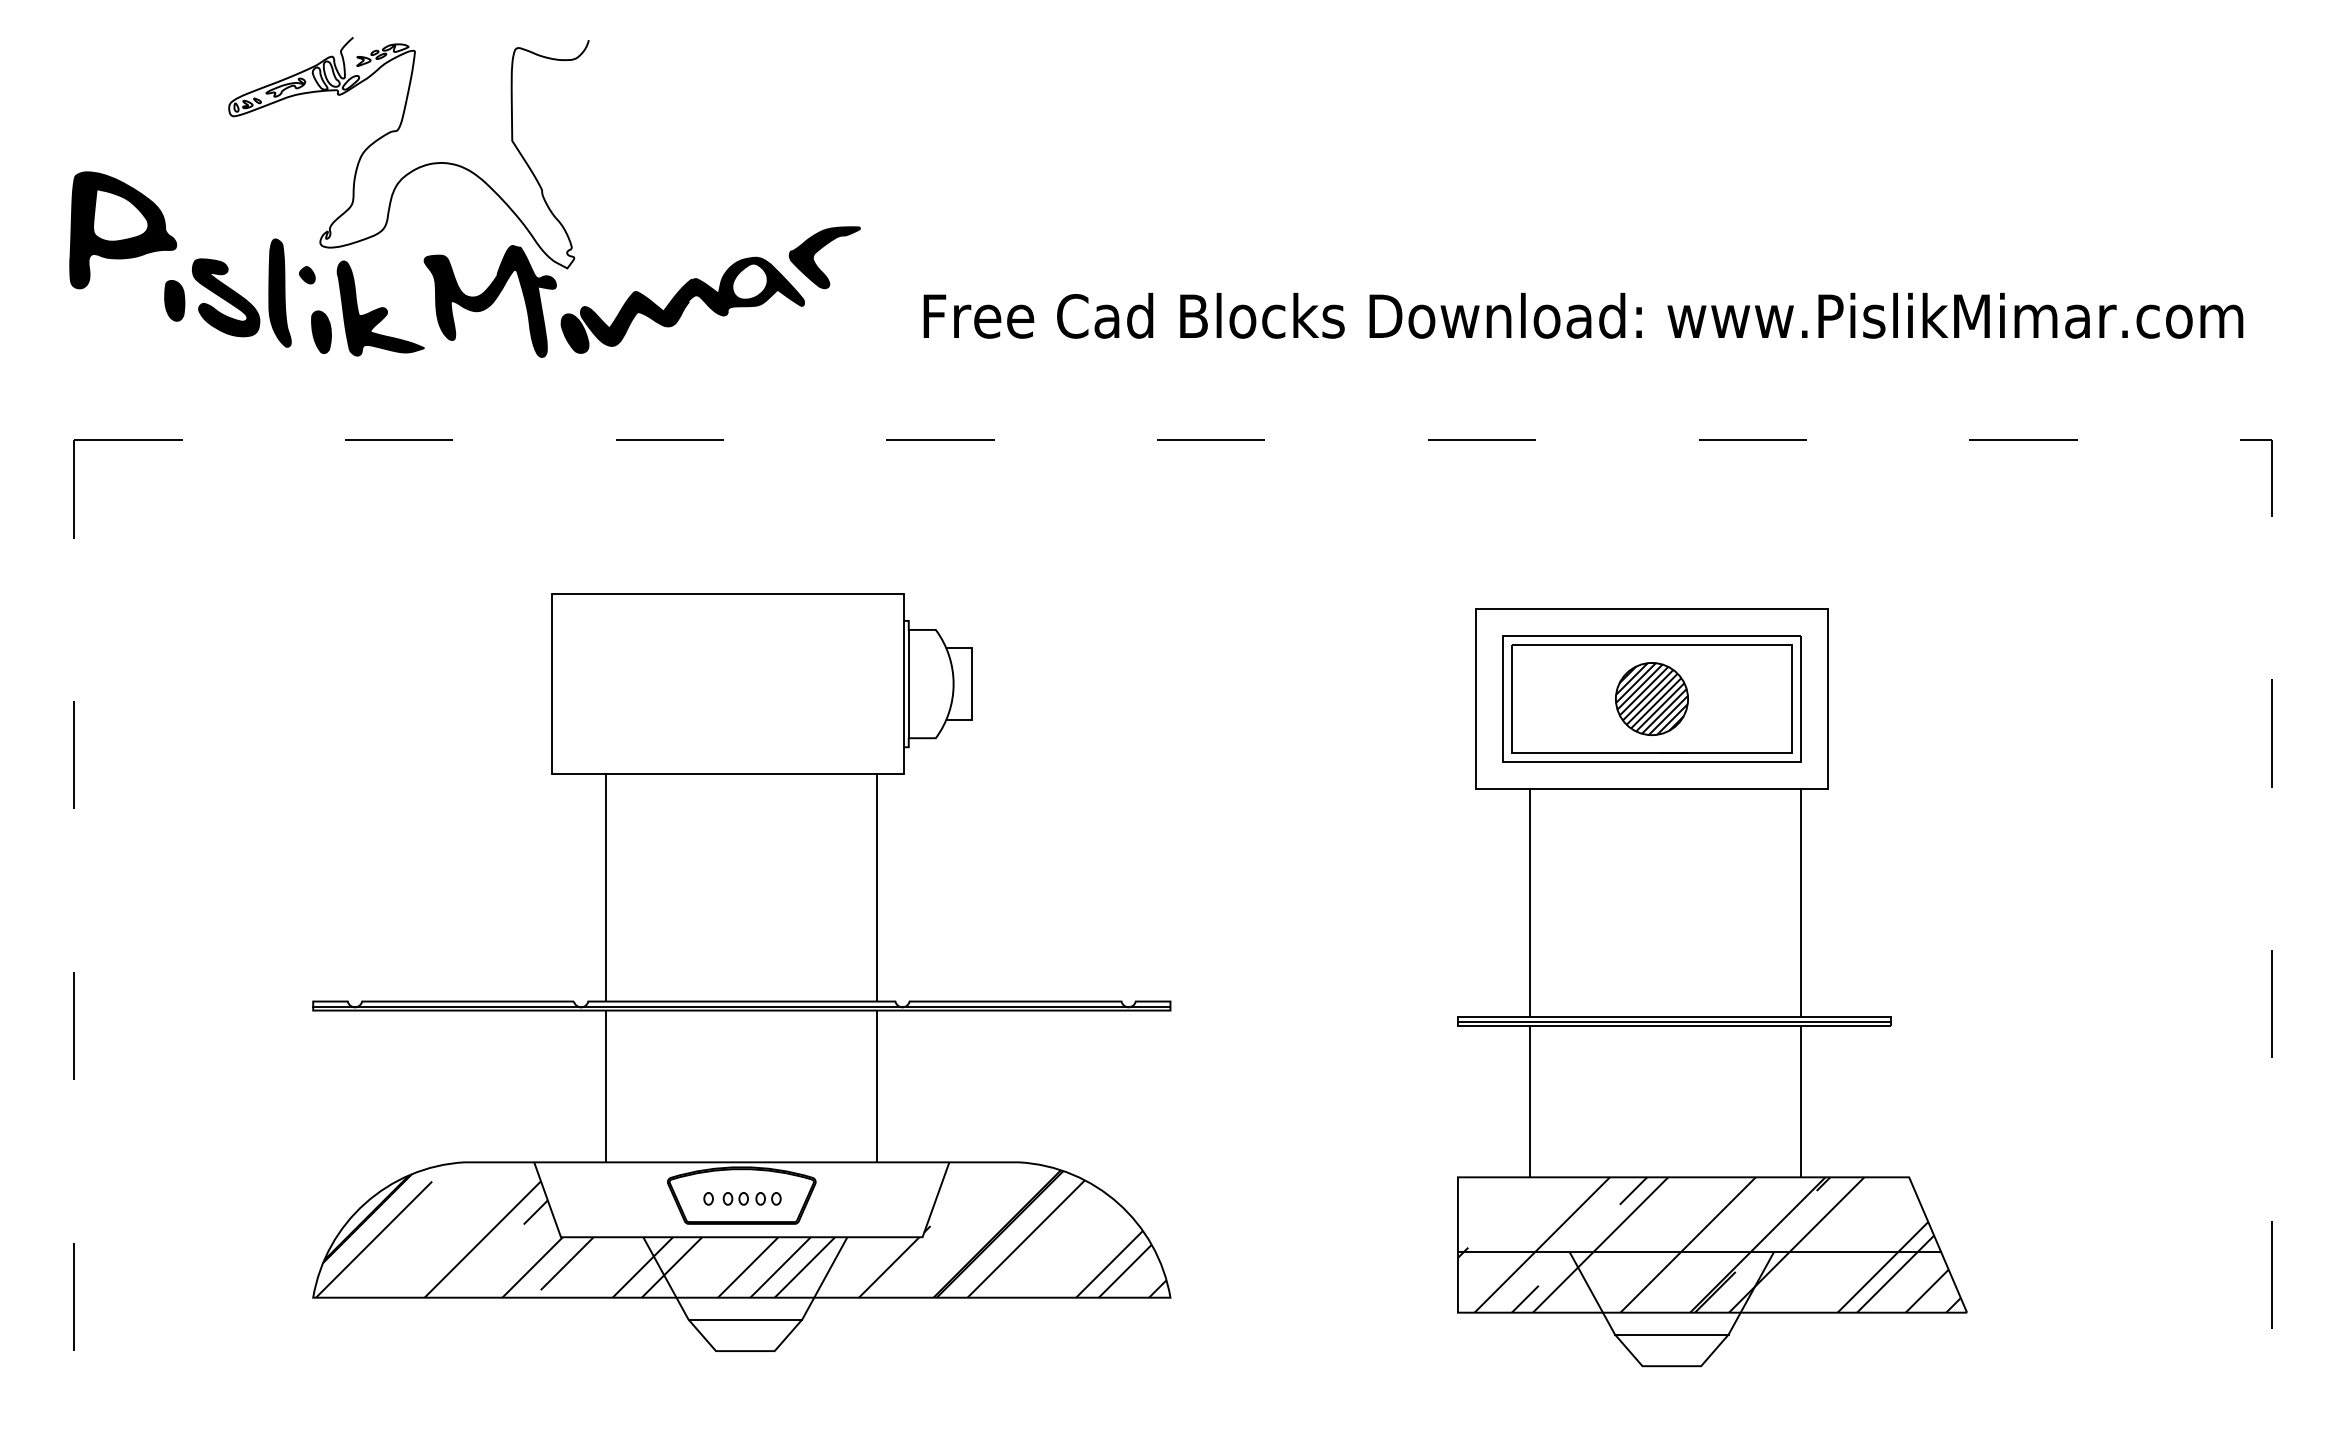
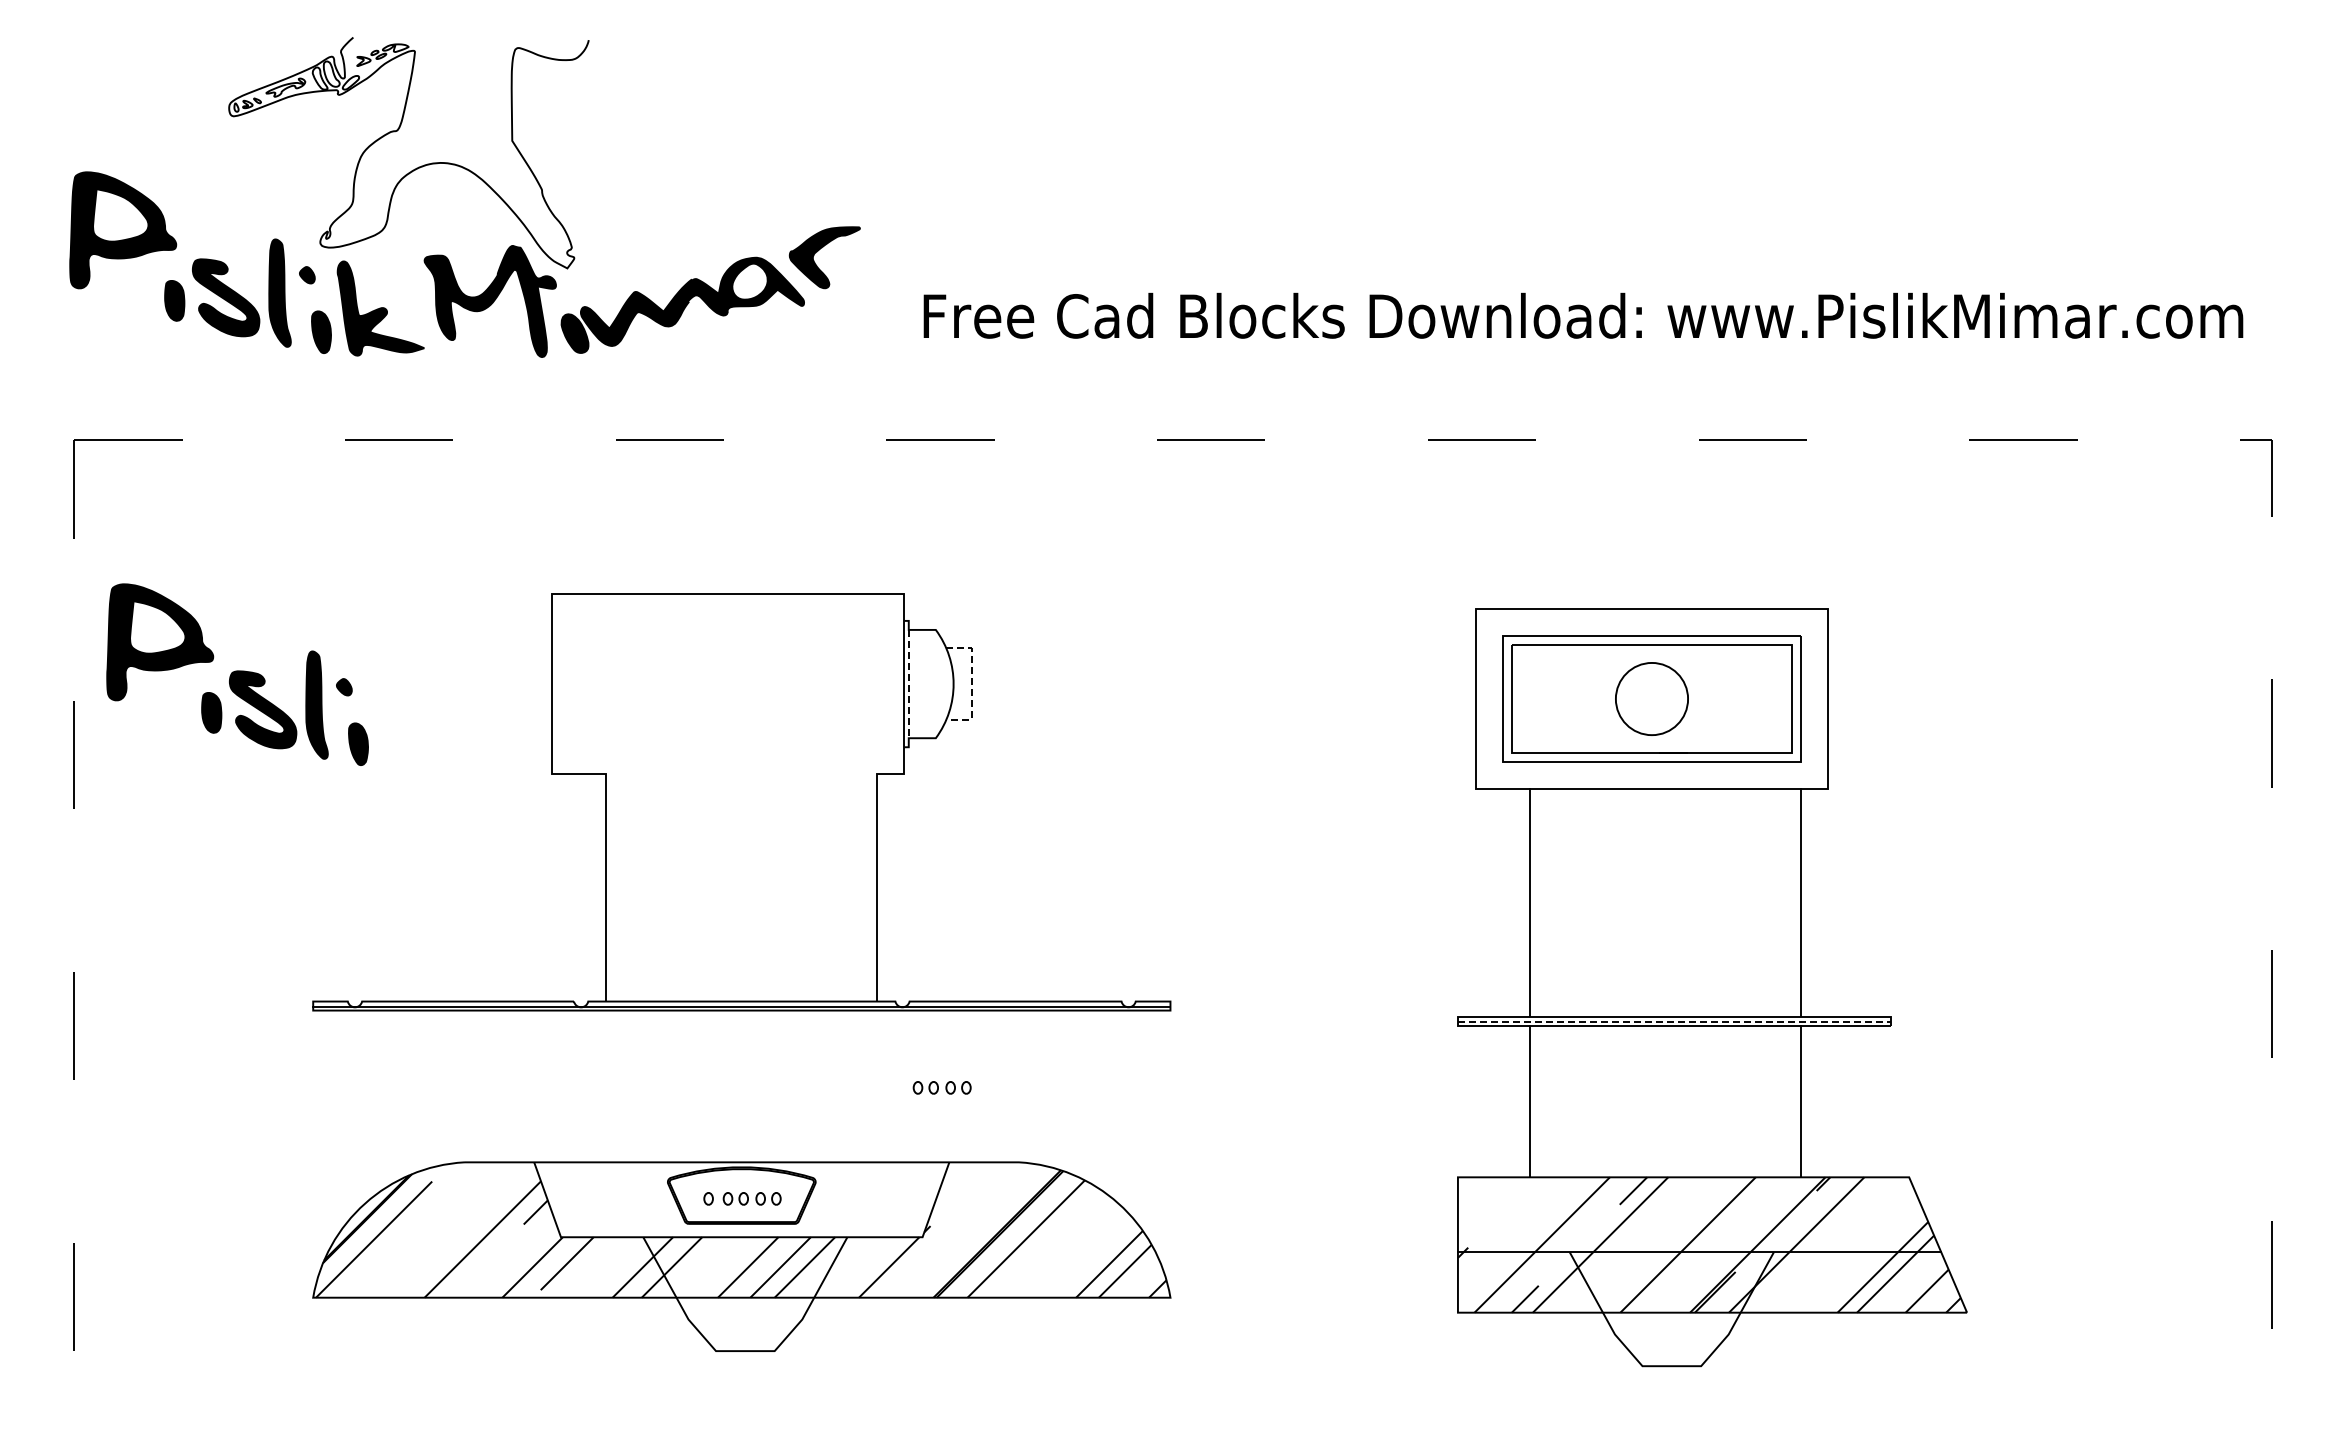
part at (237, 674): none -> present
line at (908, 684): solid -> dashed
line at (971, 684): solid -> dashed
hatch at (1651, 699): present -> none
line at (741, 774): present -> none
line at (1674, 1021): solid -> dashed
line at (606, 1086): present -> none
line at (877, 1086): present -> none
part at (941, 1087): none -> present
line at (745, 1319): present -> none
line at (1671, 1334): present -> none
